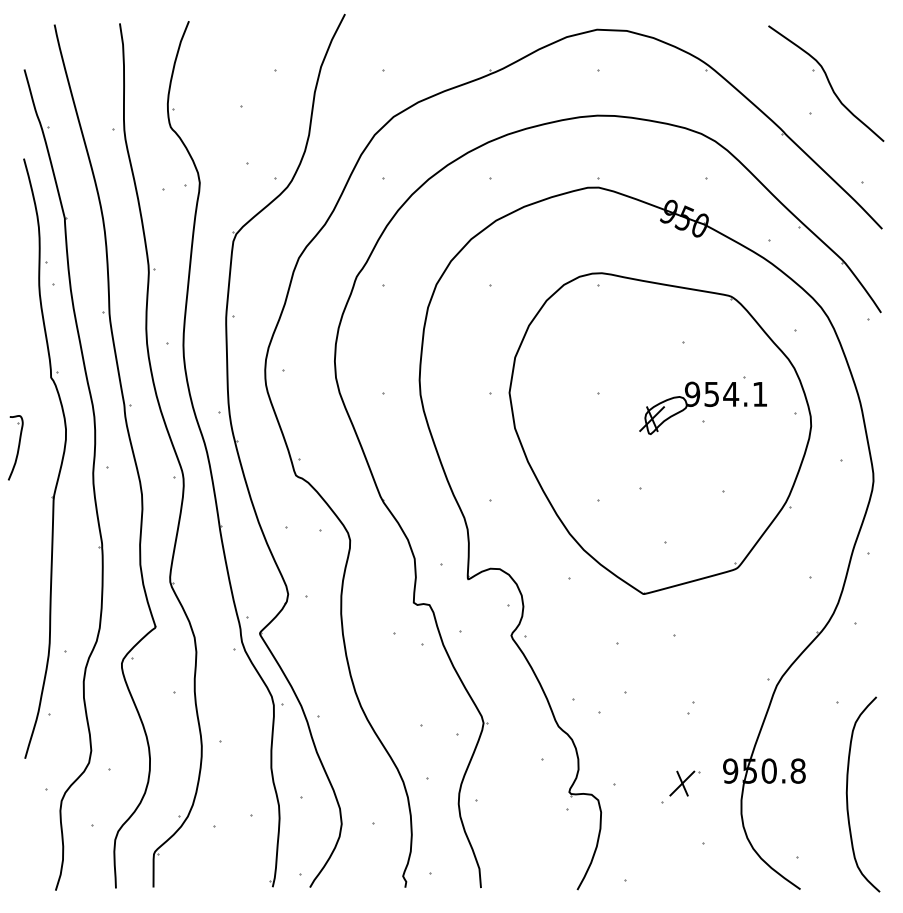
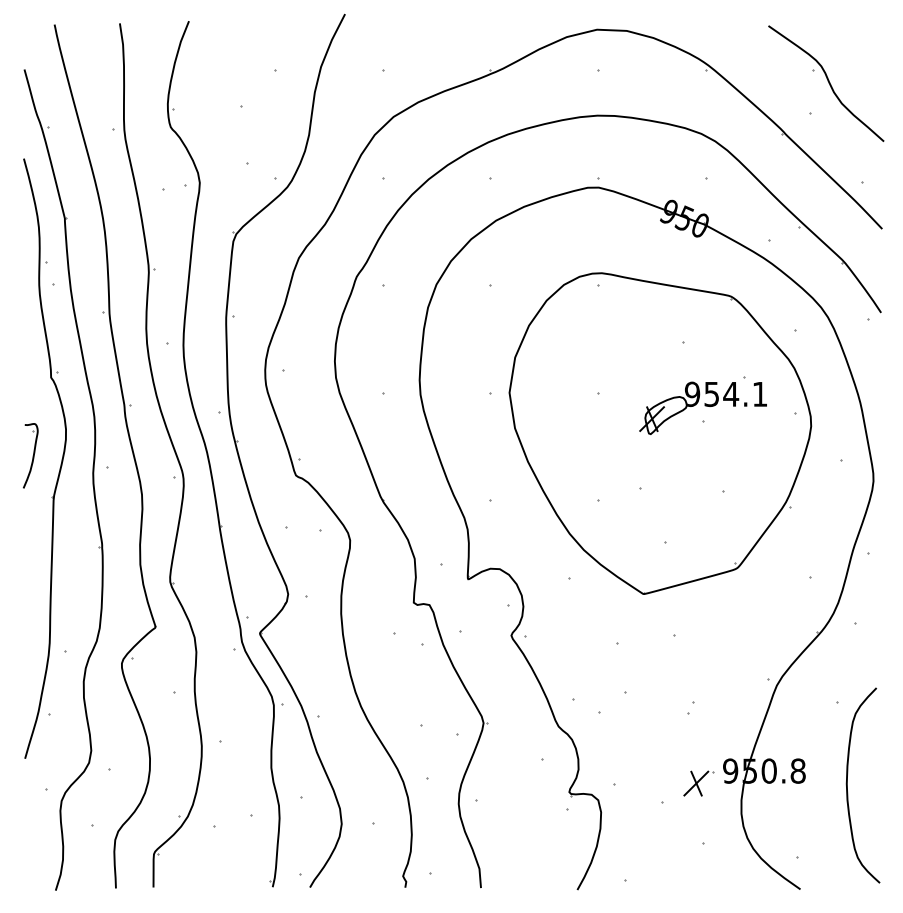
part at (15, 447) position: (15, 447) -> (30, 455)
part at (684, 783) position: (684, 783) -> (698, 783)
curve at (847, 794) position: (847, 794) -> (847, 785)
